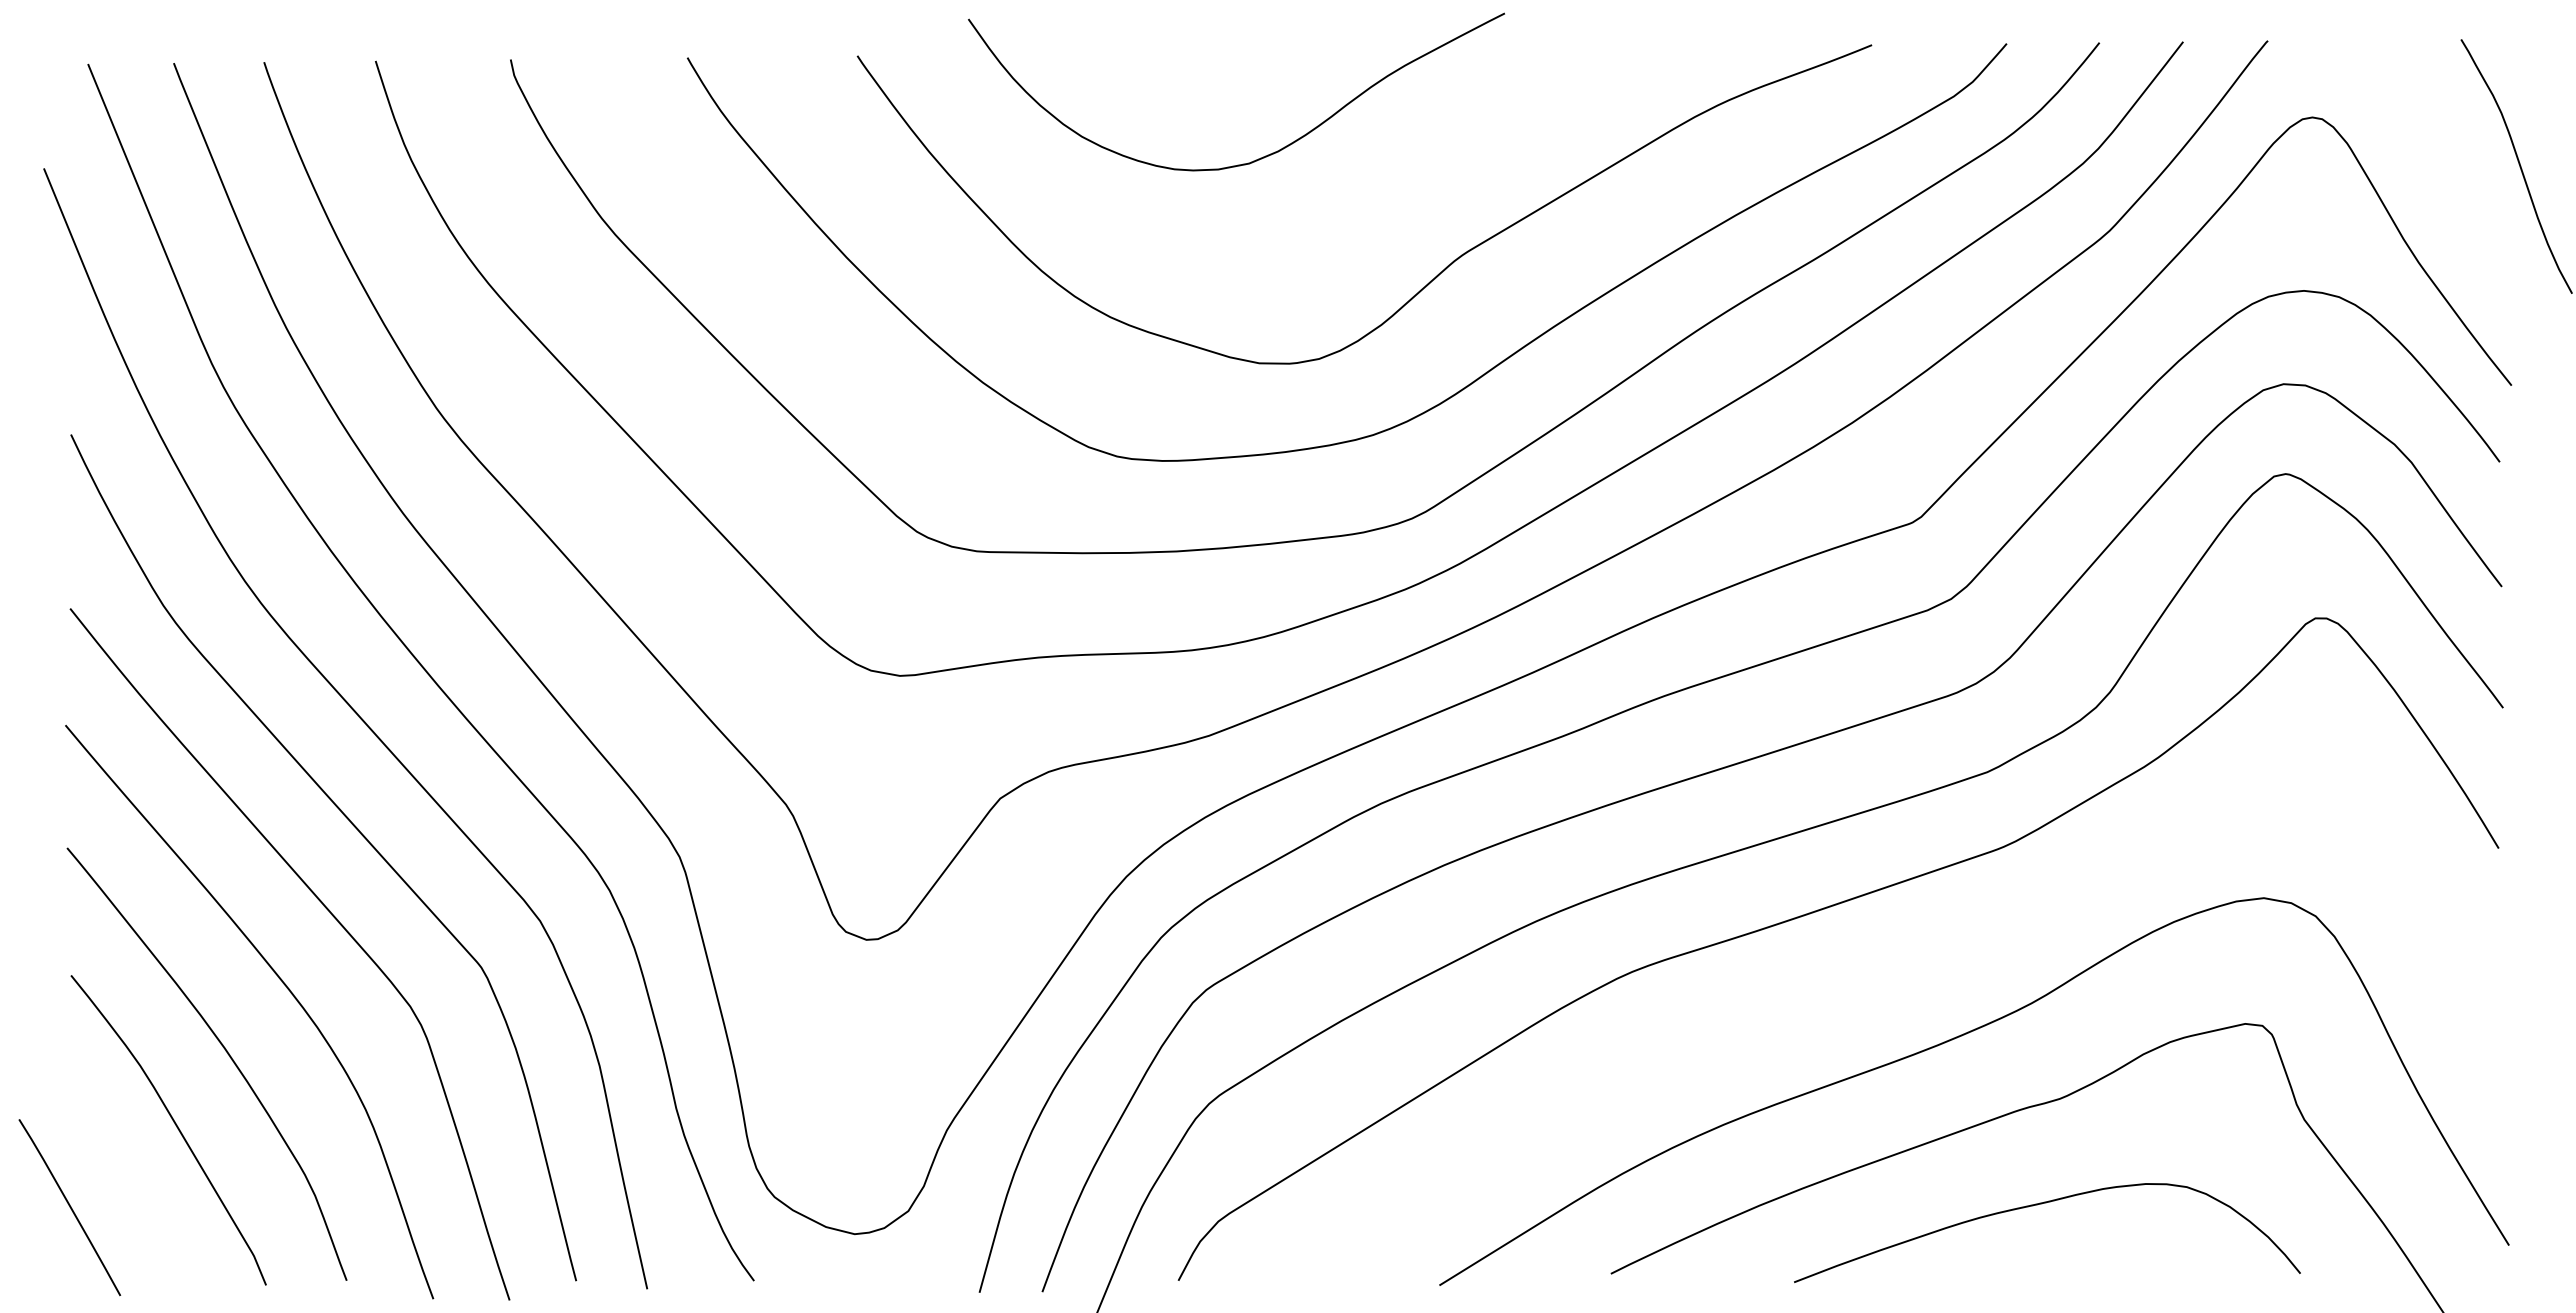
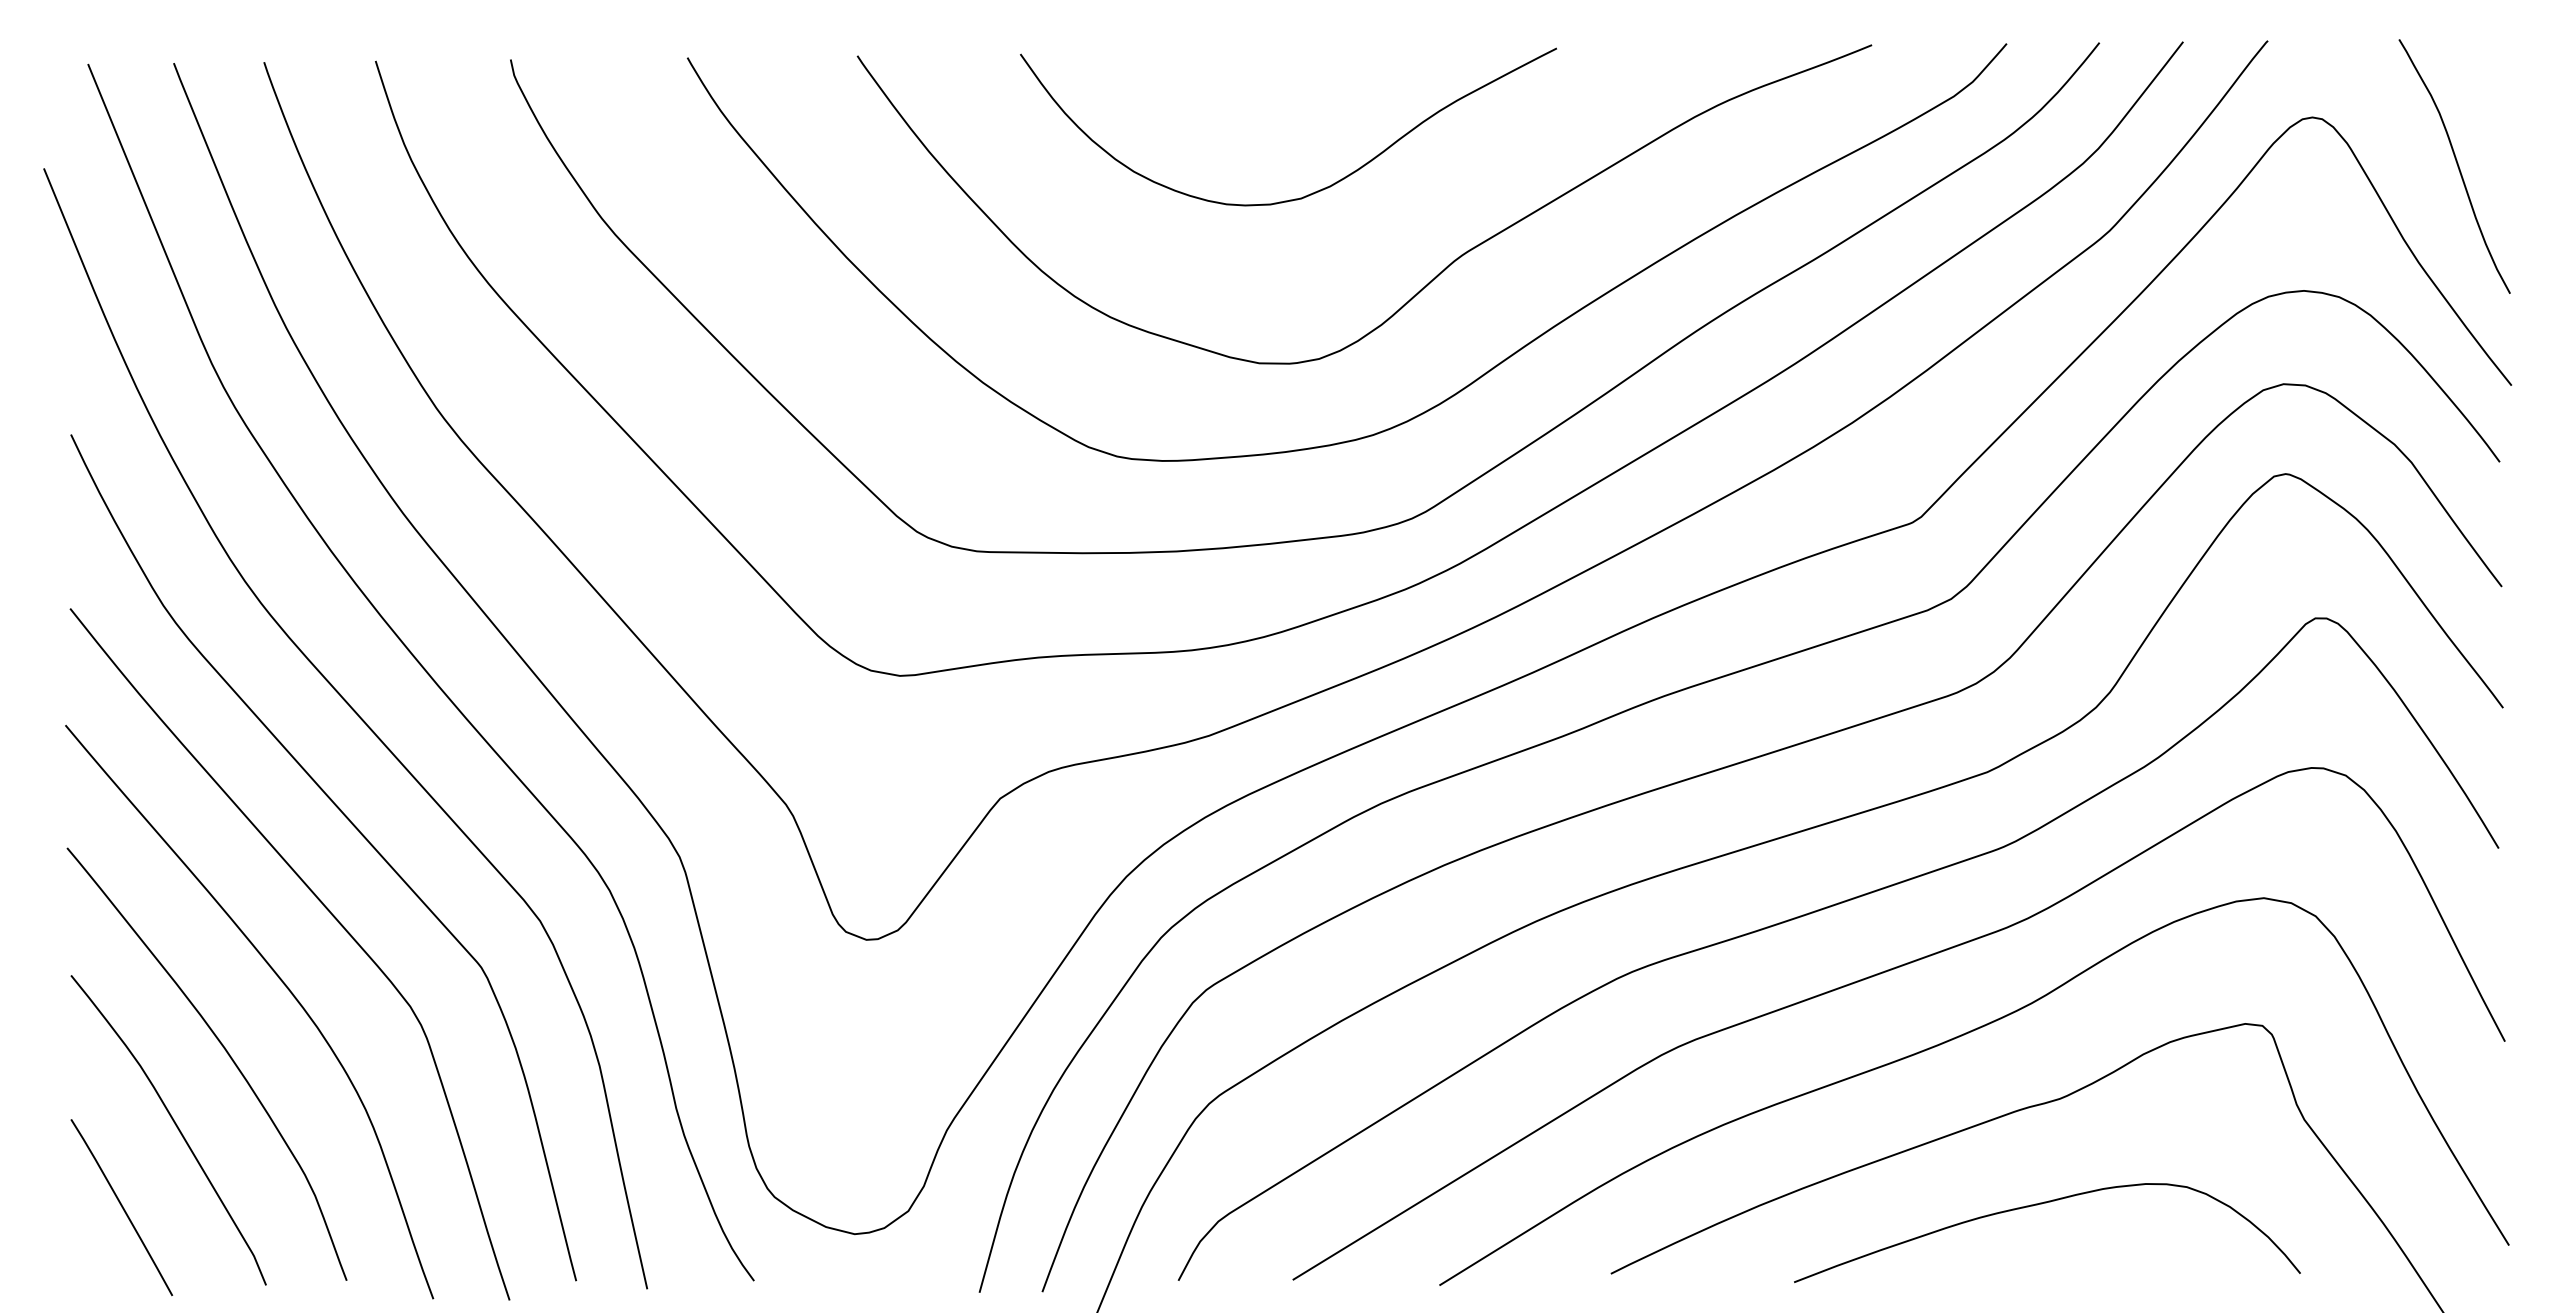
curve at (1267, 154) position: (1267, 154) -> (1319, 189)
curve at (2518, 164) position: (2518, 164) -> (2456, 164)
curve at (1883, 973): none -> present
curve at (69, 1207) position: (69, 1207) -> (121, 1207)
